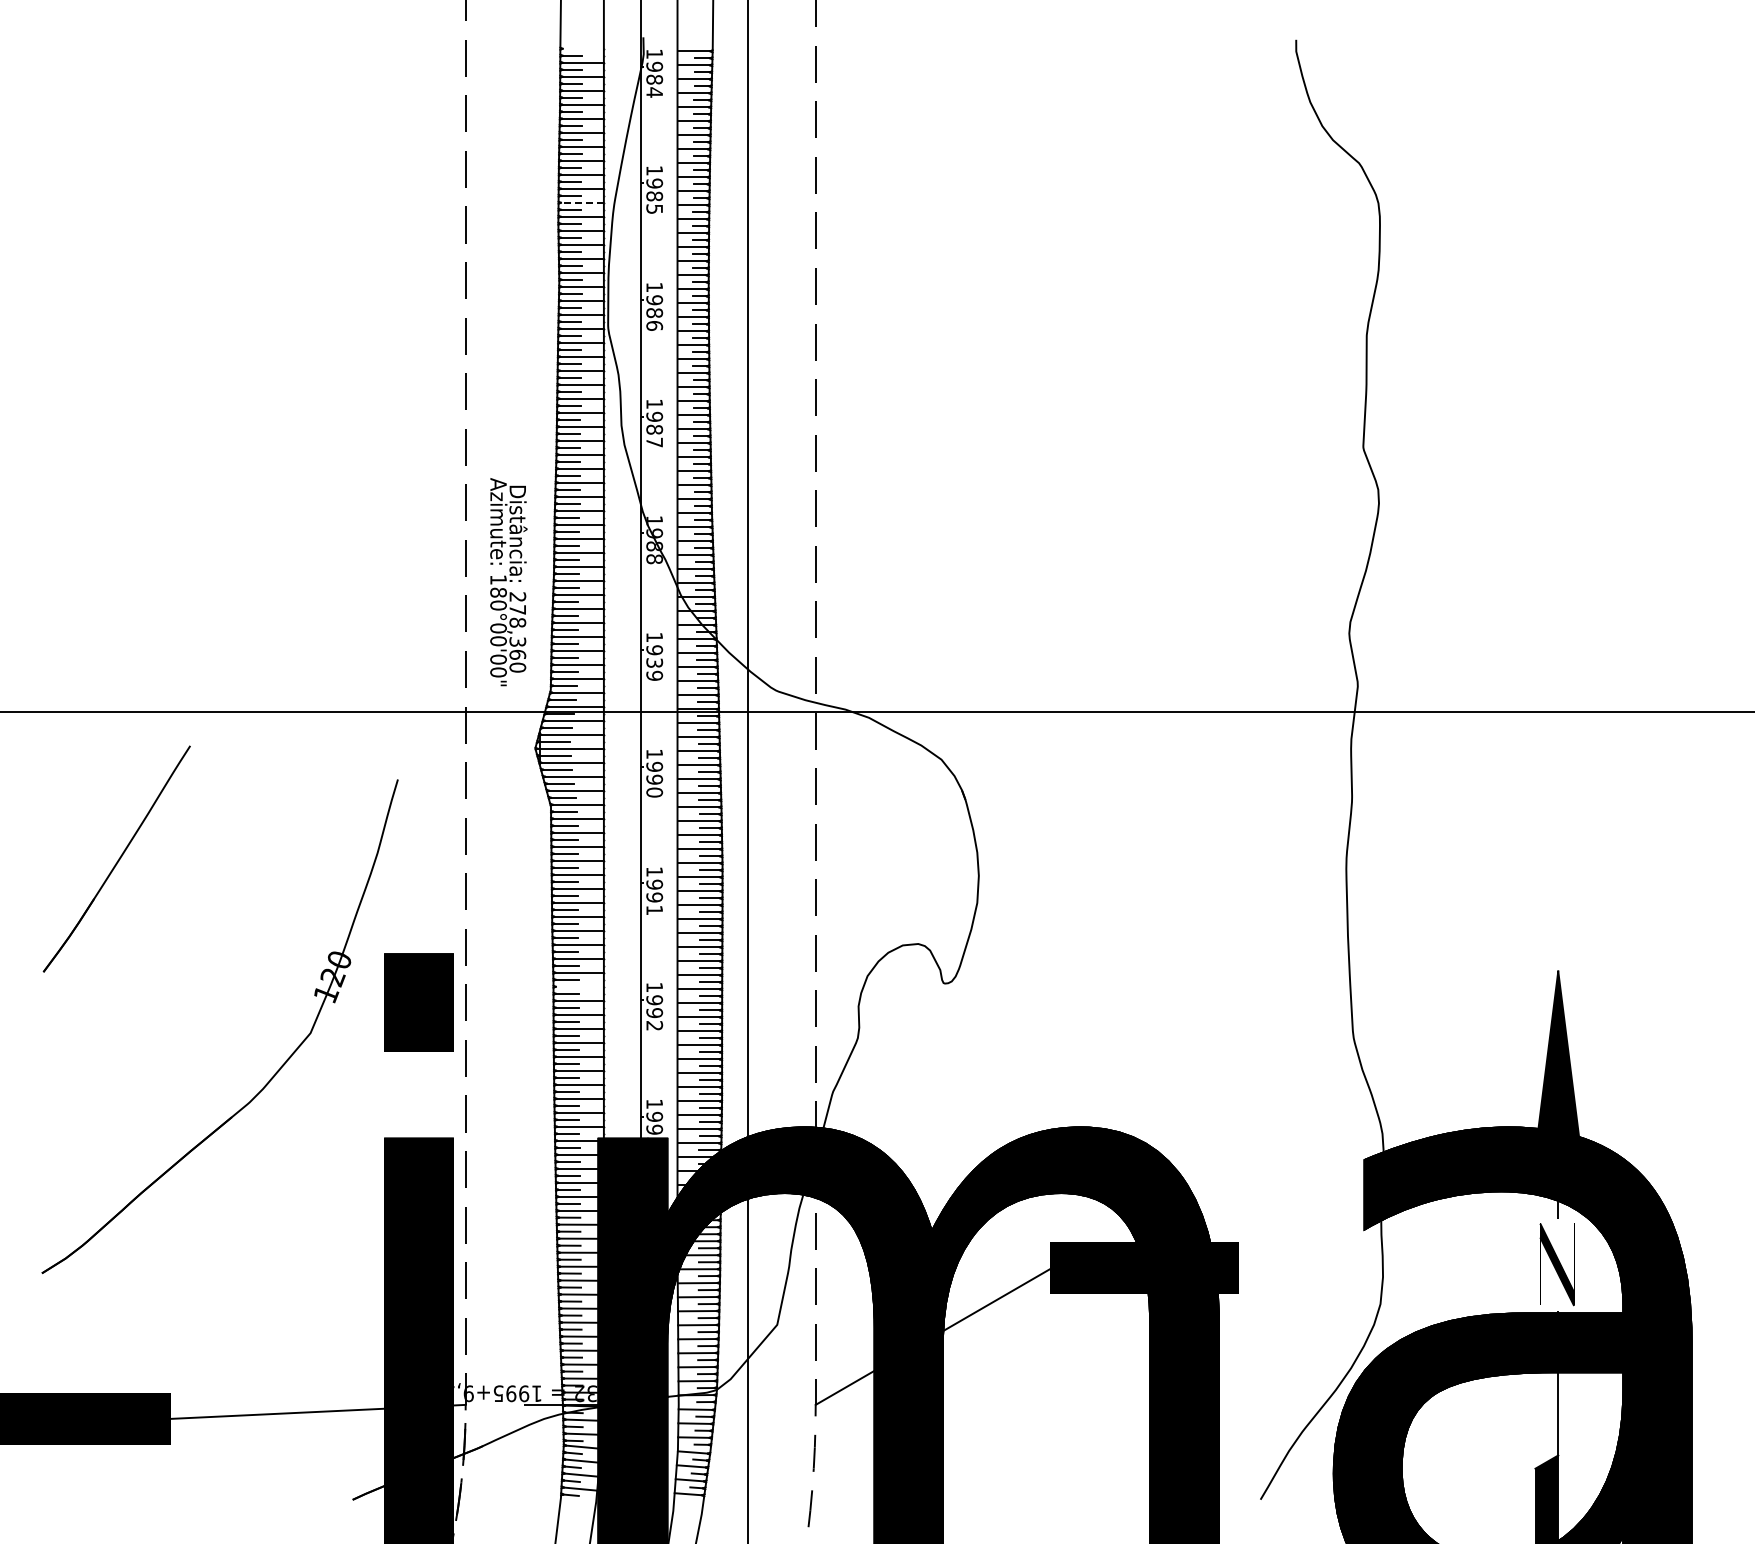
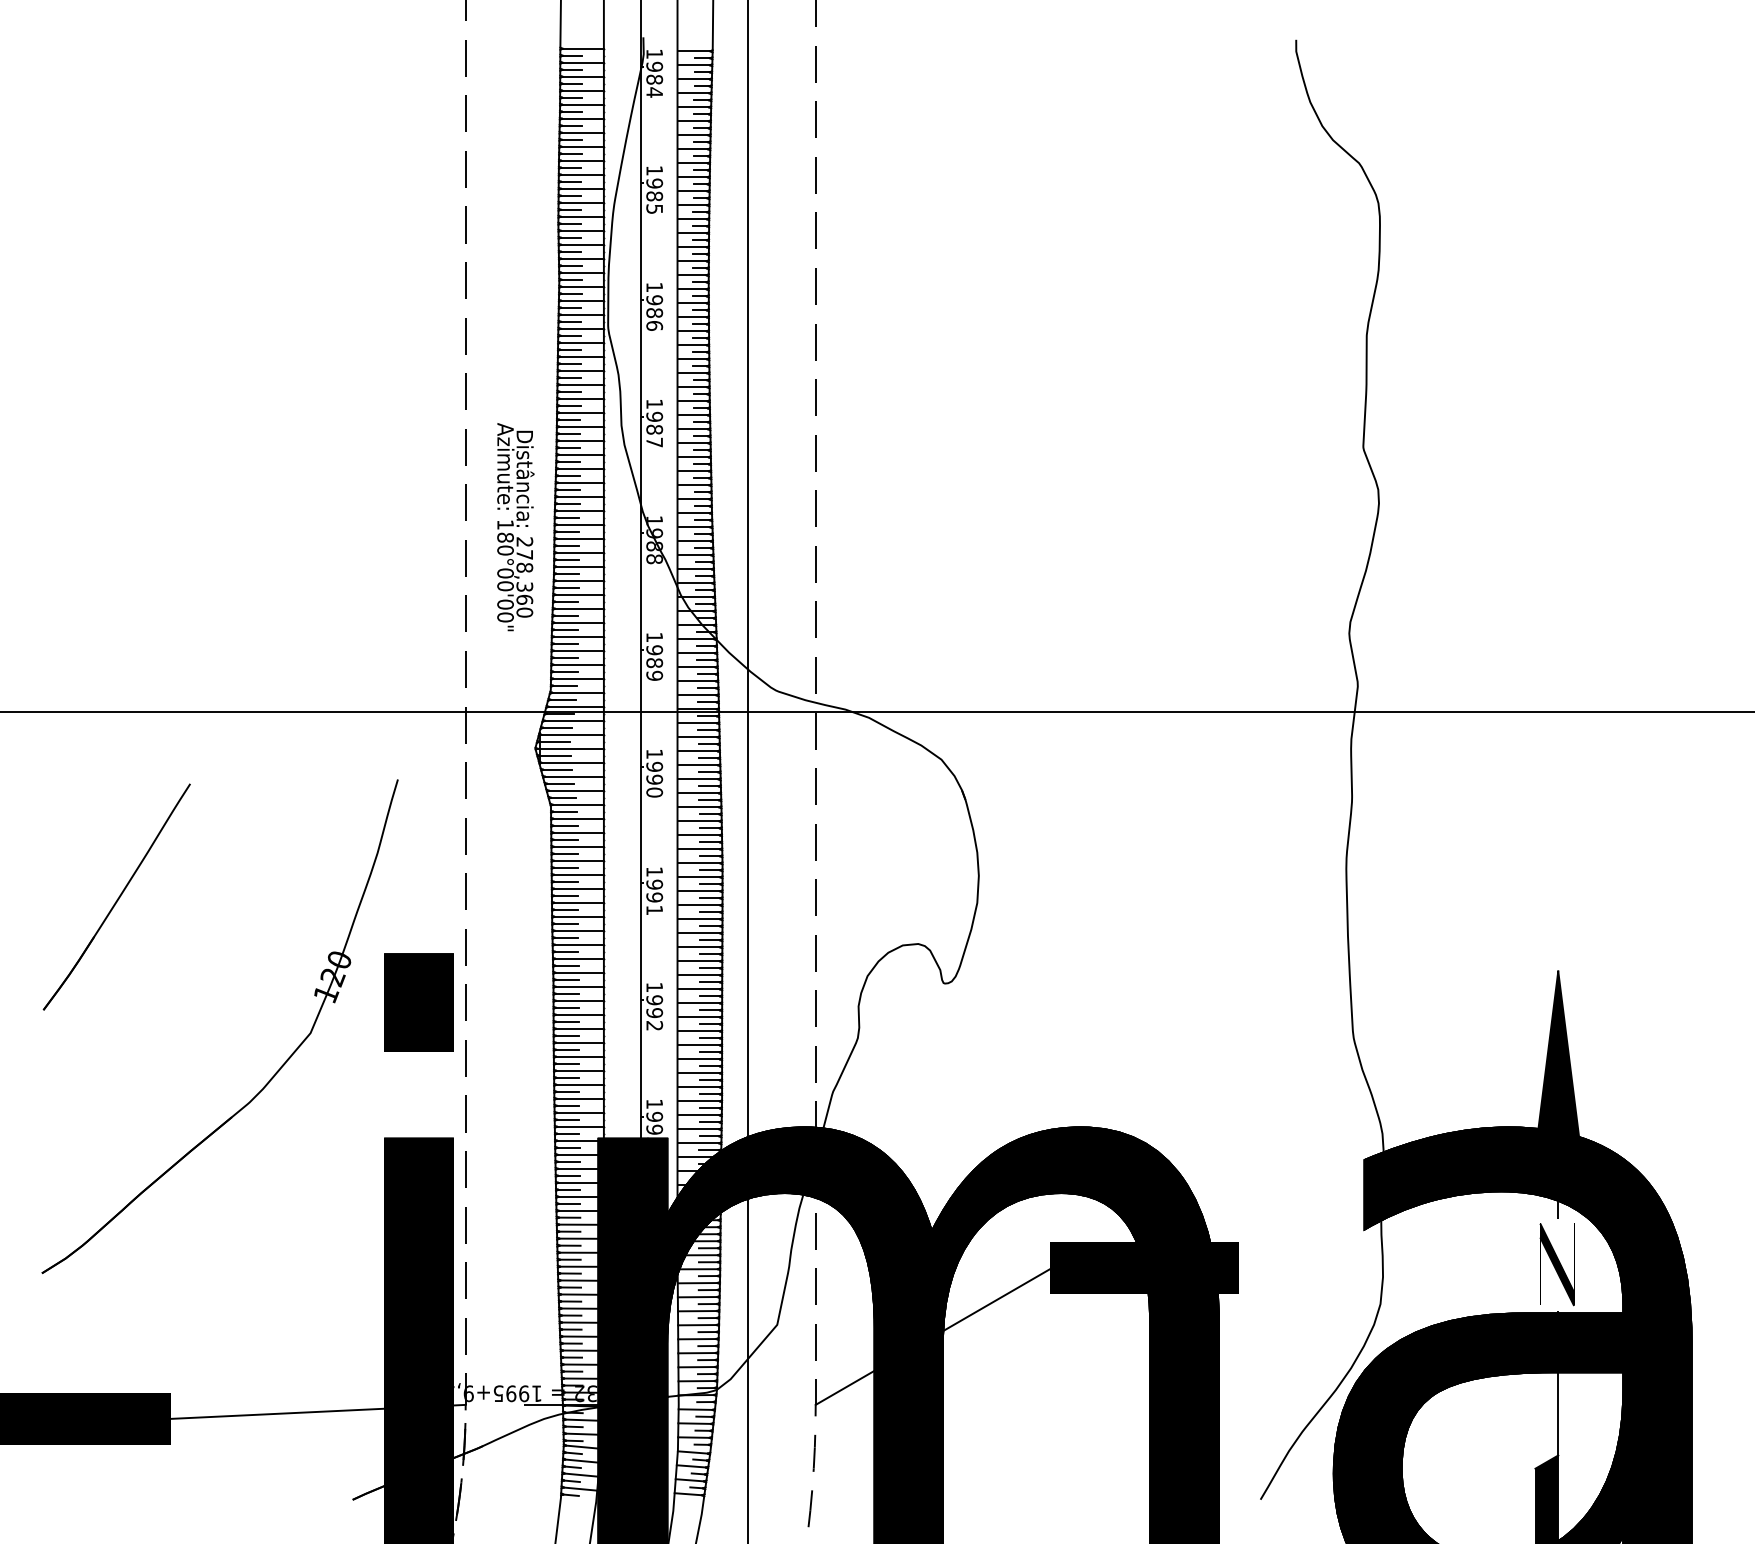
line at (582, 48): none -> present
line at (581, 202): dashed -> solid
text at (508, 582) position: (508, 582) -> (515, 527)
text at (654, 663): 1939 -> 1989
part at (116, 858) position: (116, 858) -> (116, 896)
line at (579, 986): none -> present
